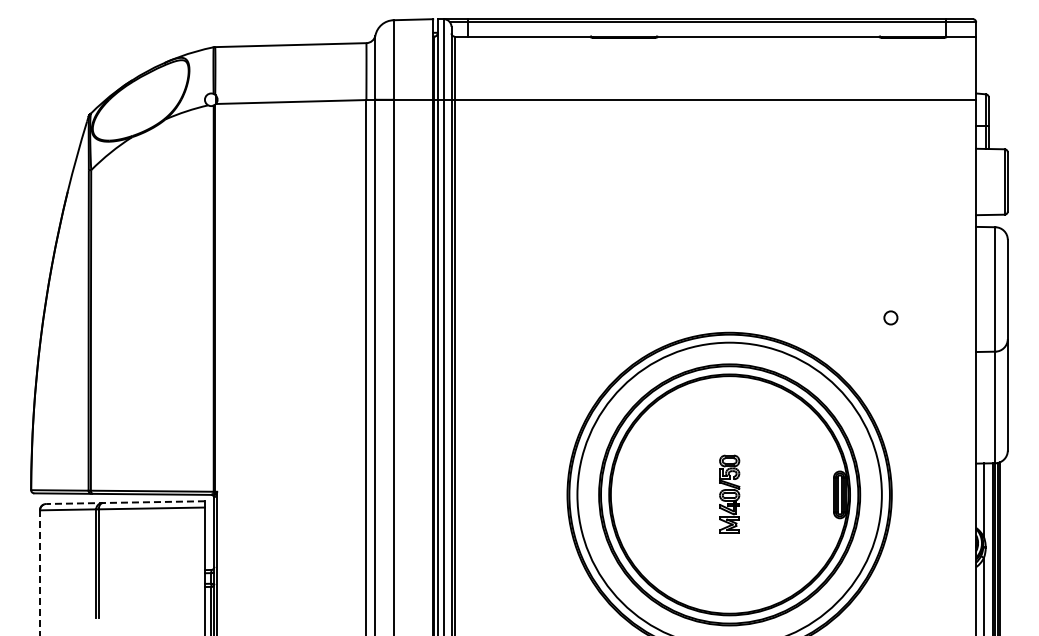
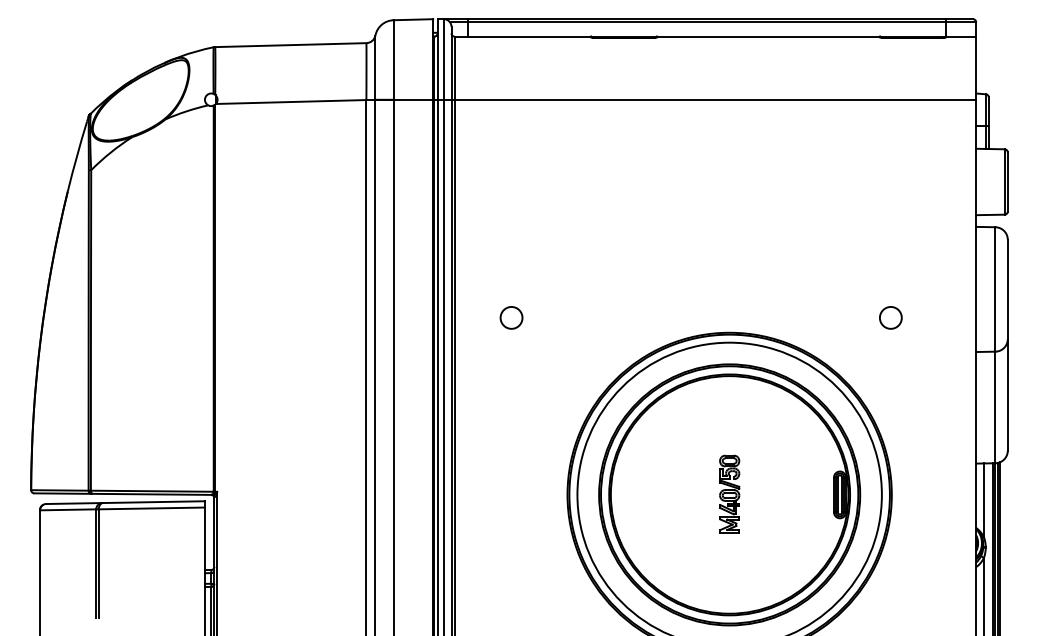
circle at (511, 317): none -> present
circle at (890, 317) size: 16x16 px -> 24x24 px
line at (125, 502): dashed -> solid
line at (40, 573): dashed -> solid
